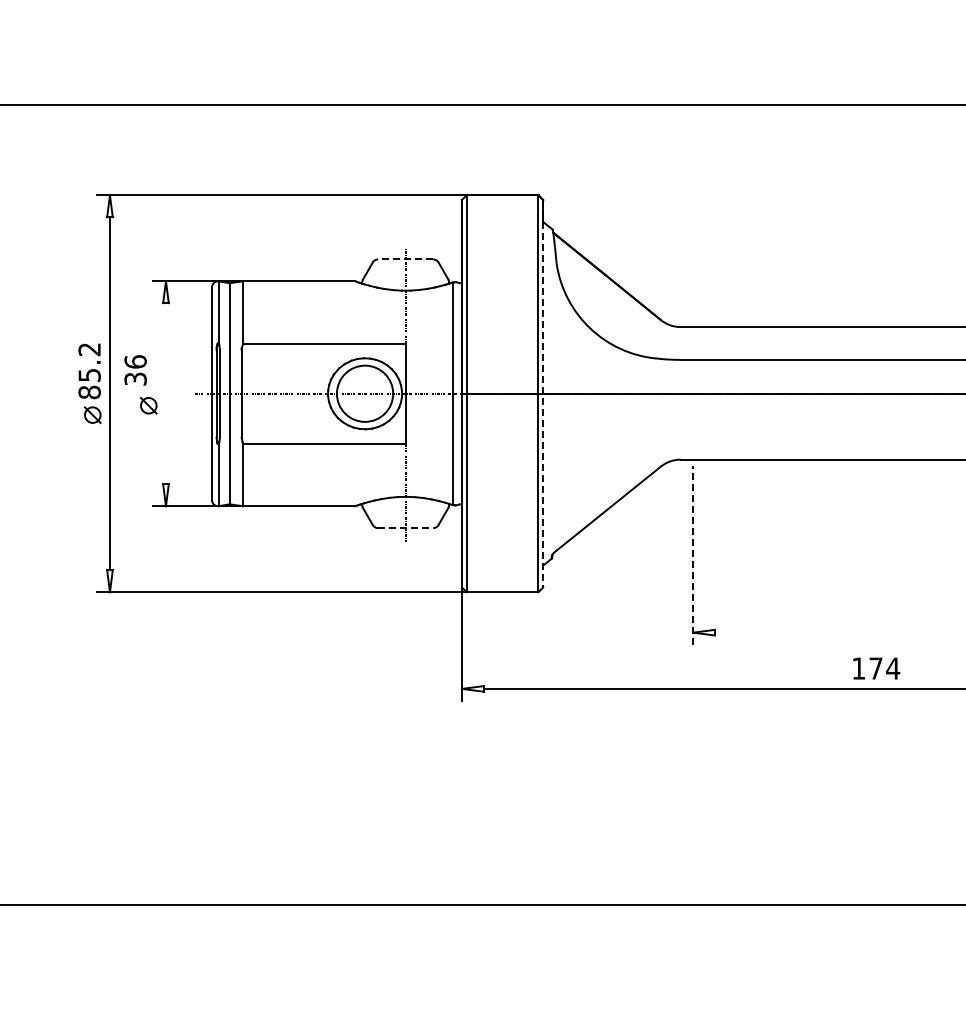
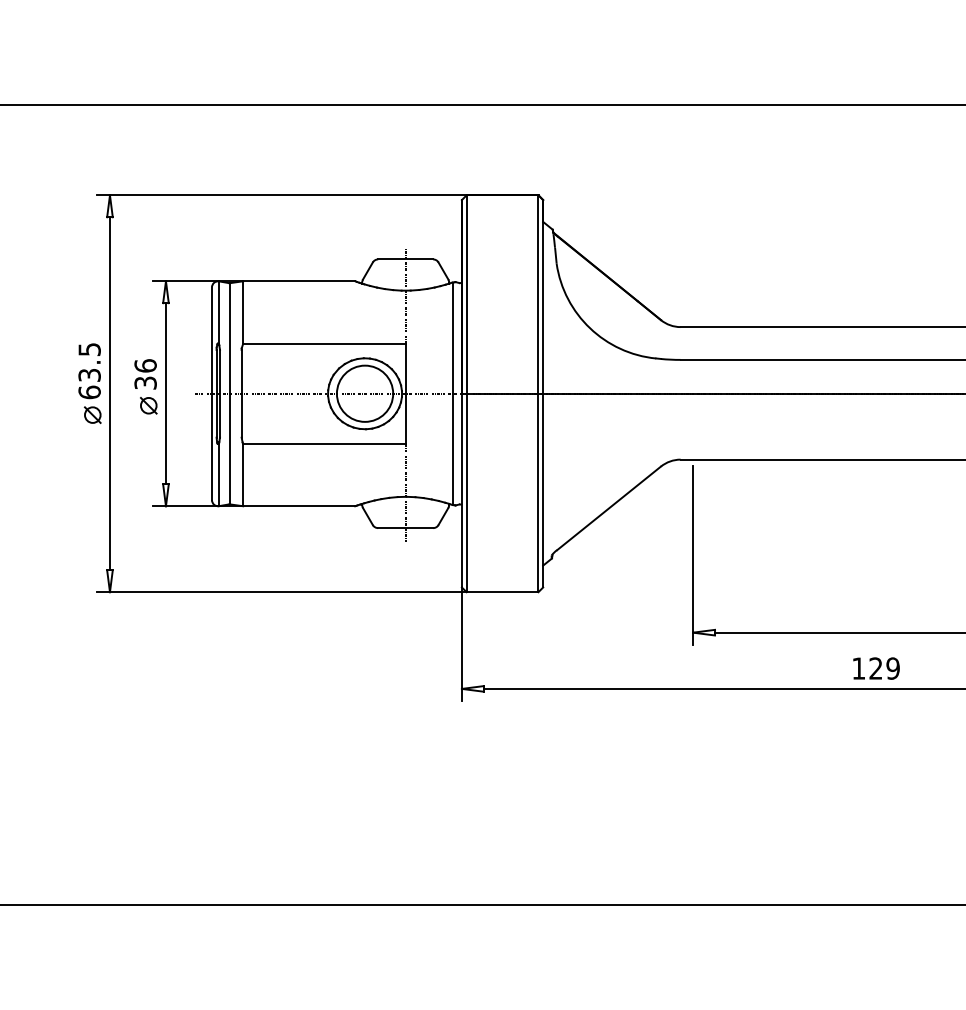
line at (405, 259): dashed -> solid
text at (135, 370) position: (135, 370) -> (145, 374)
text at (89, 371): 85.2 -> 63.5
line at (165, 393): none -> present
line at (543, 393): dashed -> solid
line at (406, 528): dashed -> solid
line at (693, 555): dashed -> solid
line at (838, 632): none -> present
text at (884, 668): 174 -> 129
